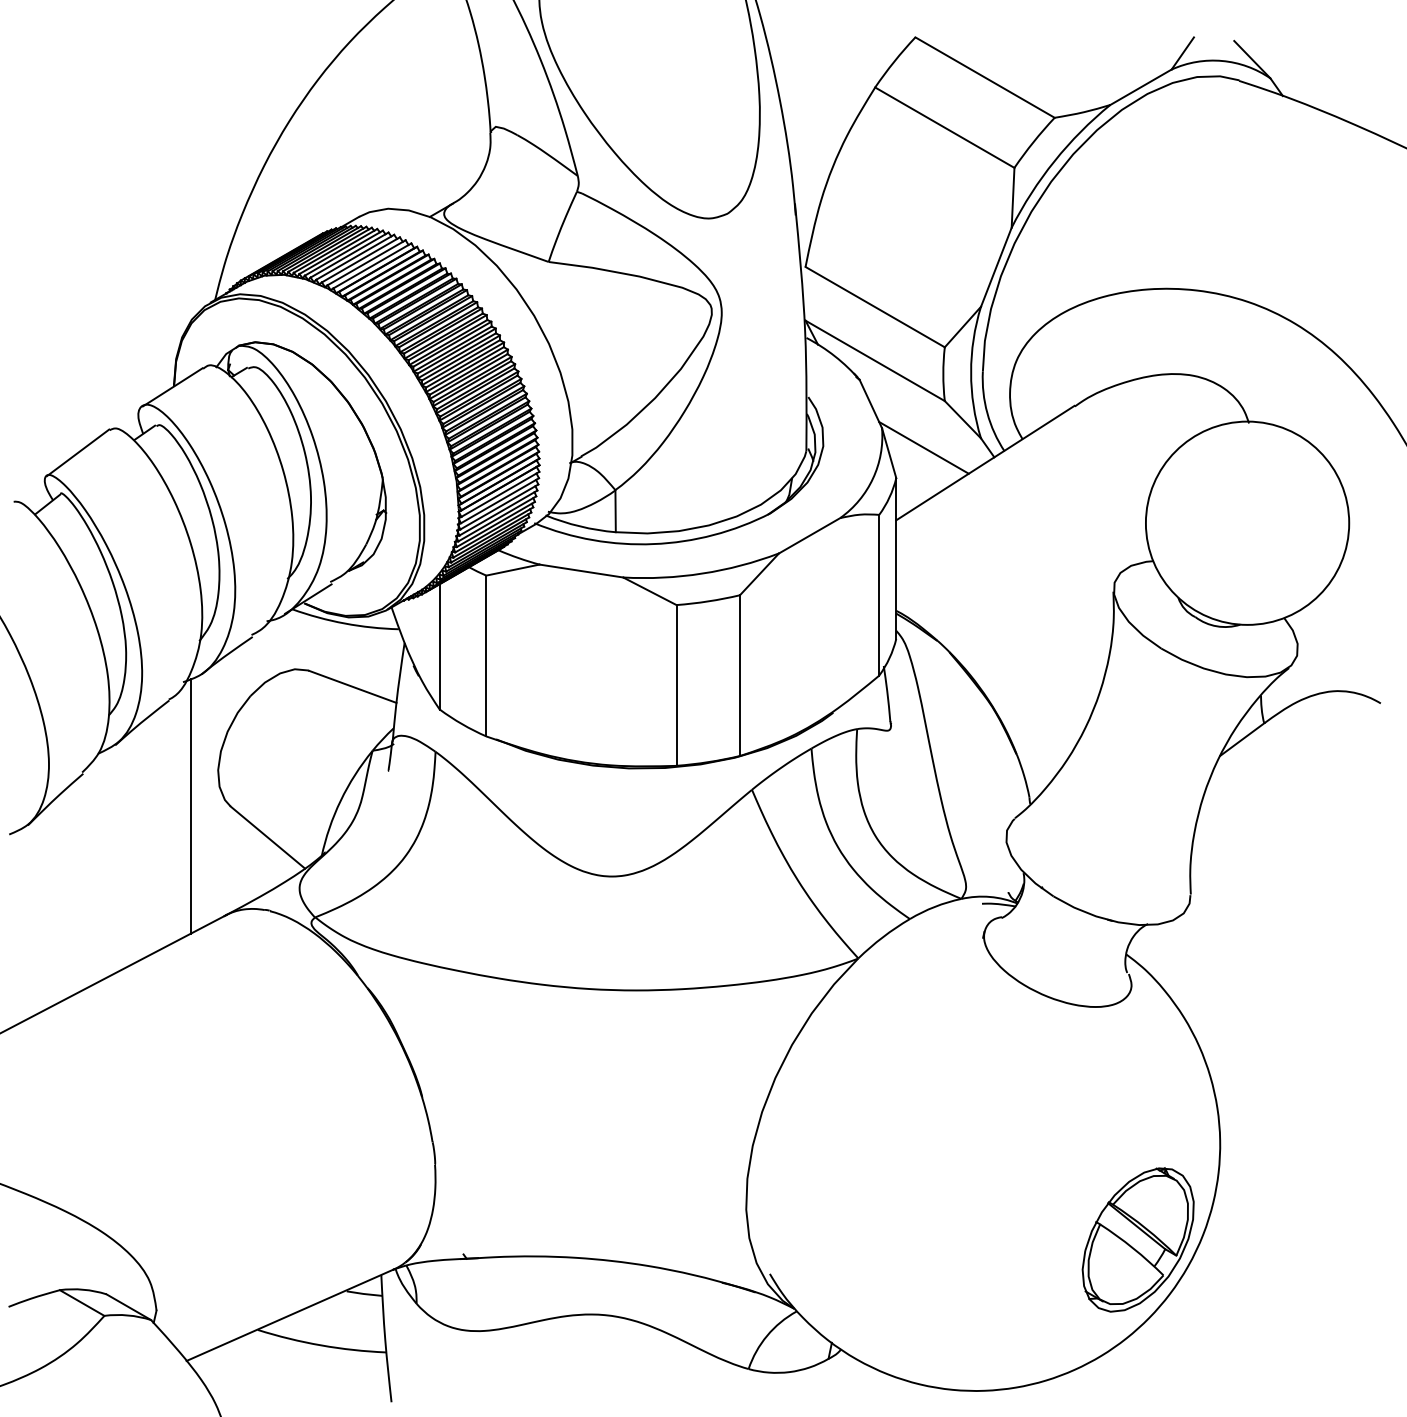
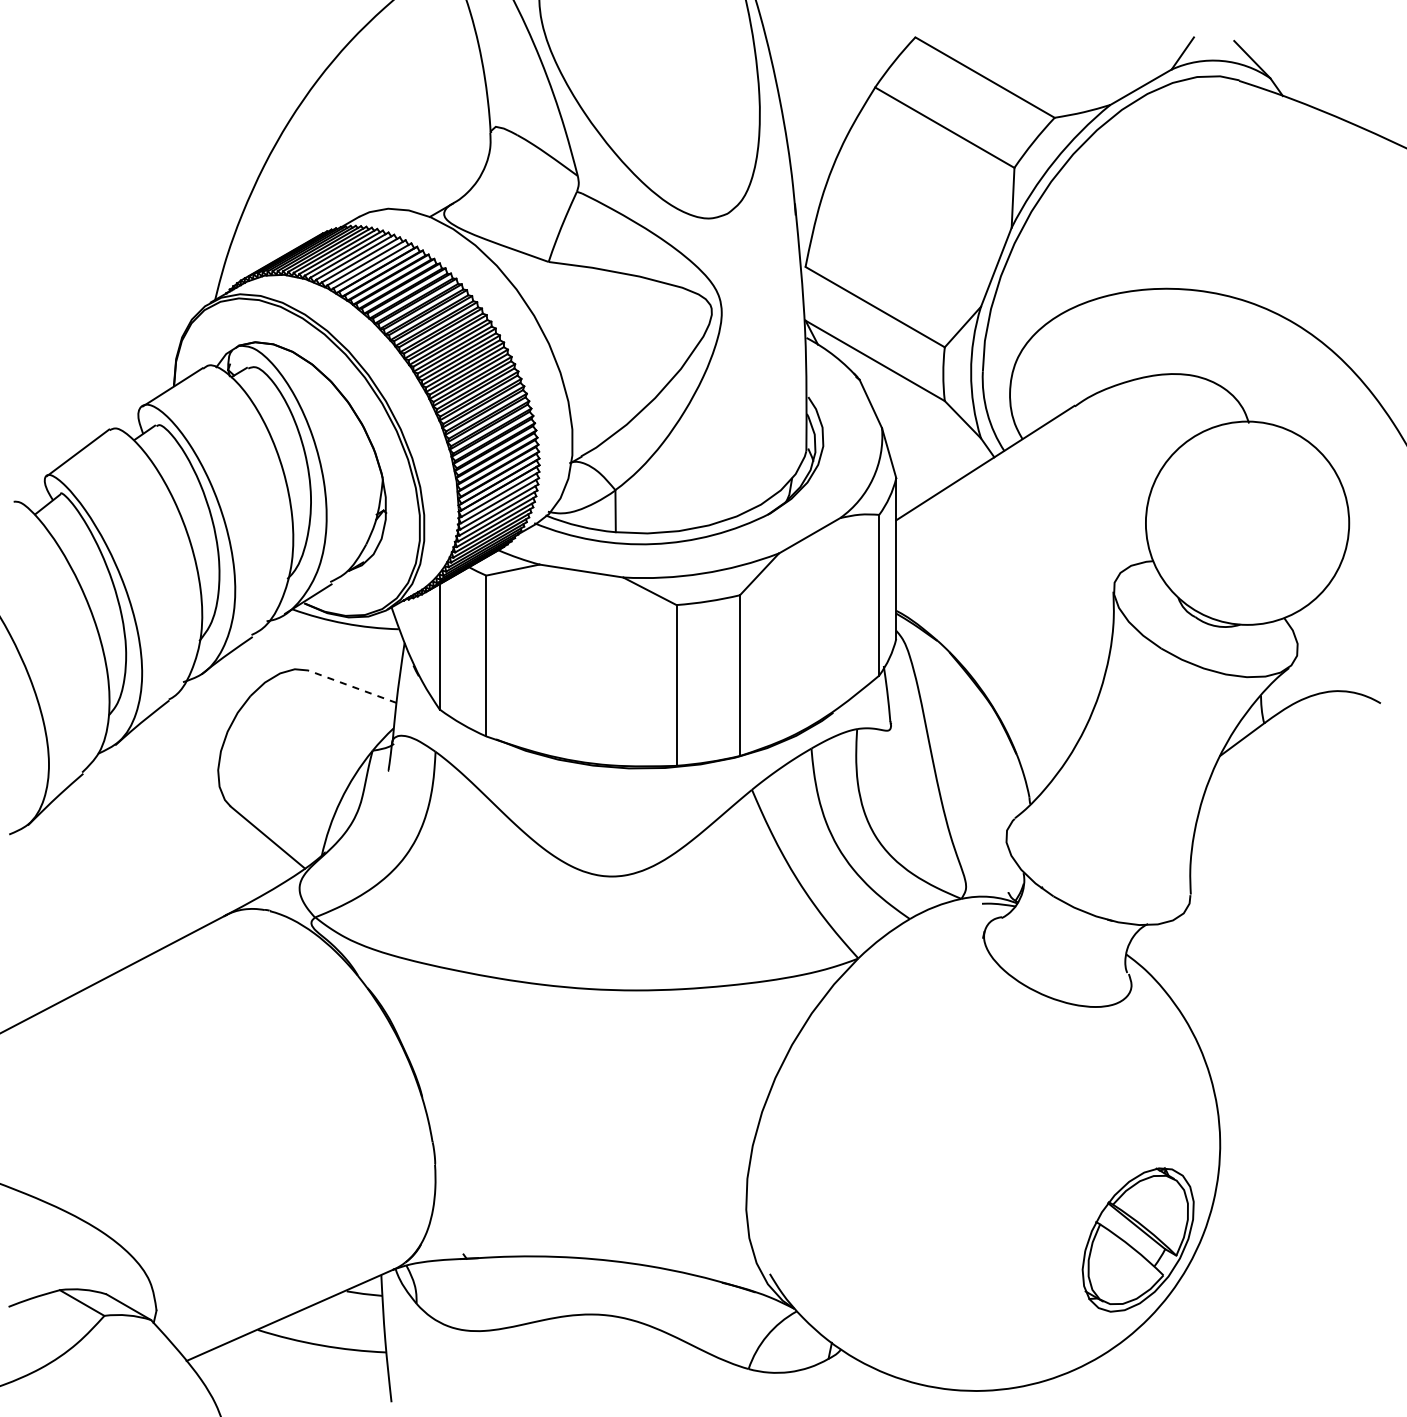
line at (923, 447): present -> none
line at (352, 686): solid -> dashed
line at (190, 805): present -> none
